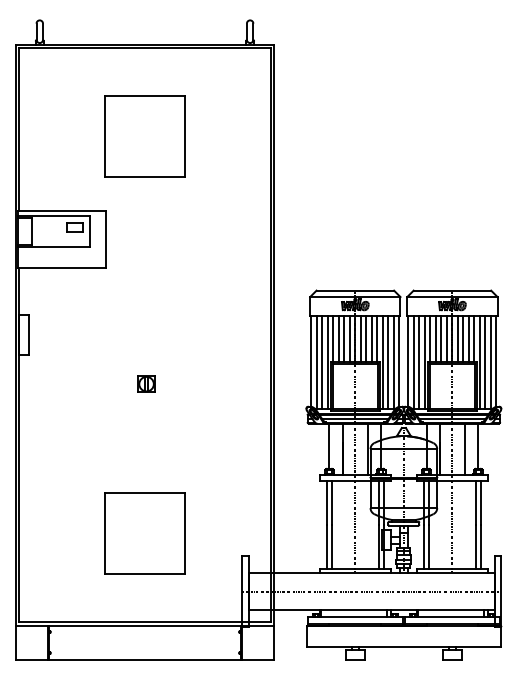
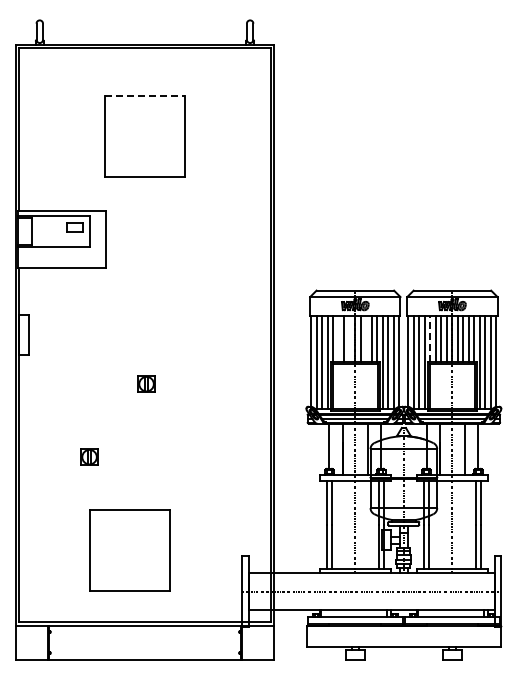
line at (145, 96): solid -> dashed
line at (338, 339): present -> none
line at (349, 339): present -> none
line at (366, 339): present -> none
line at (430, 339): solid -> dashed
part at (89, 456): none -> present
part at (144, 533) position: (144, 533) -> (129, 550)
